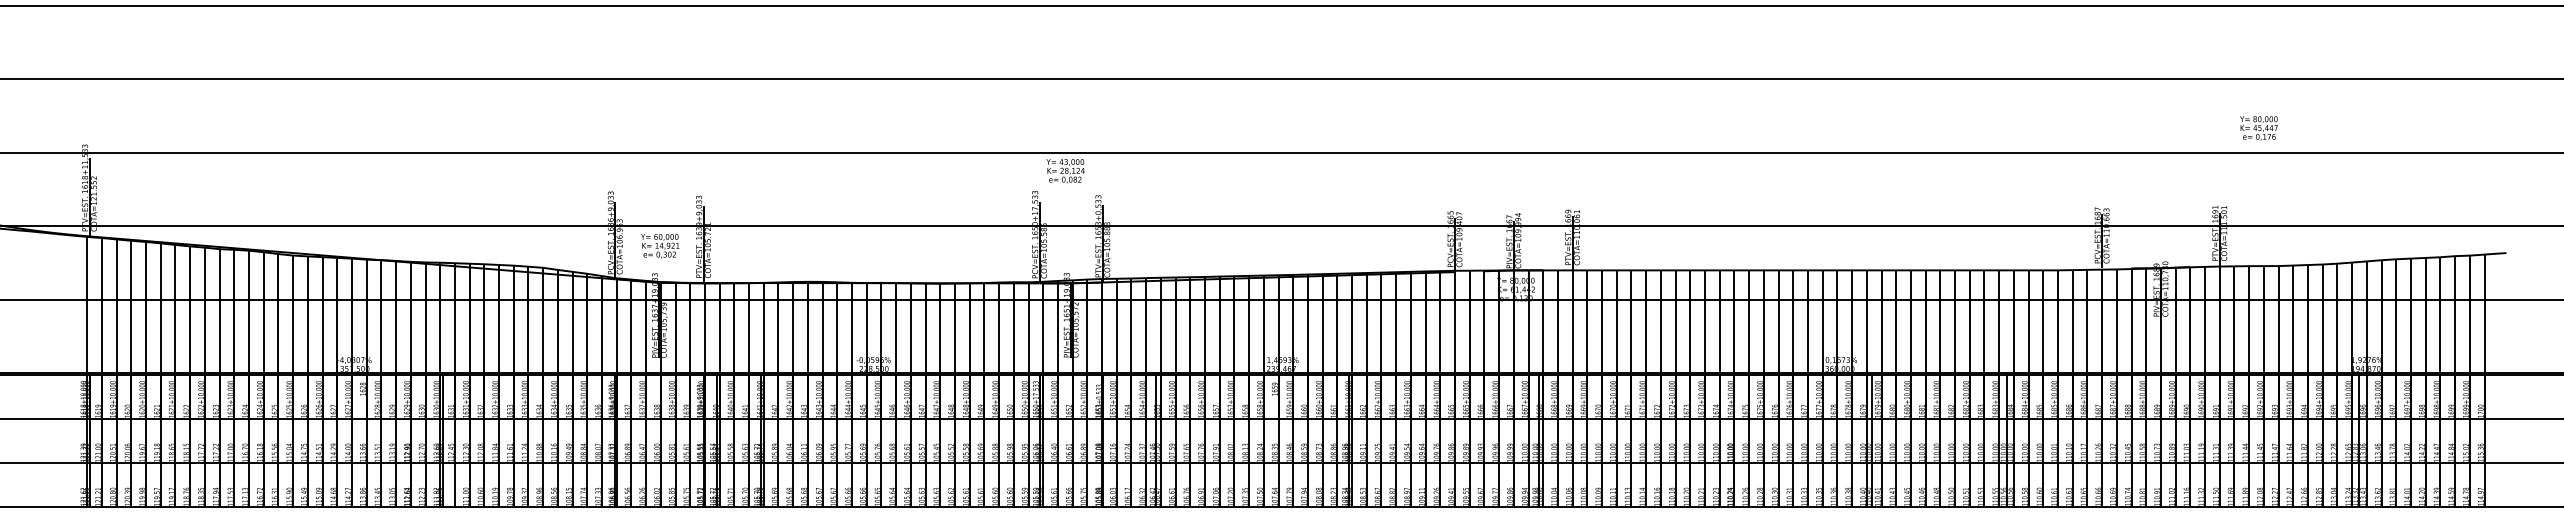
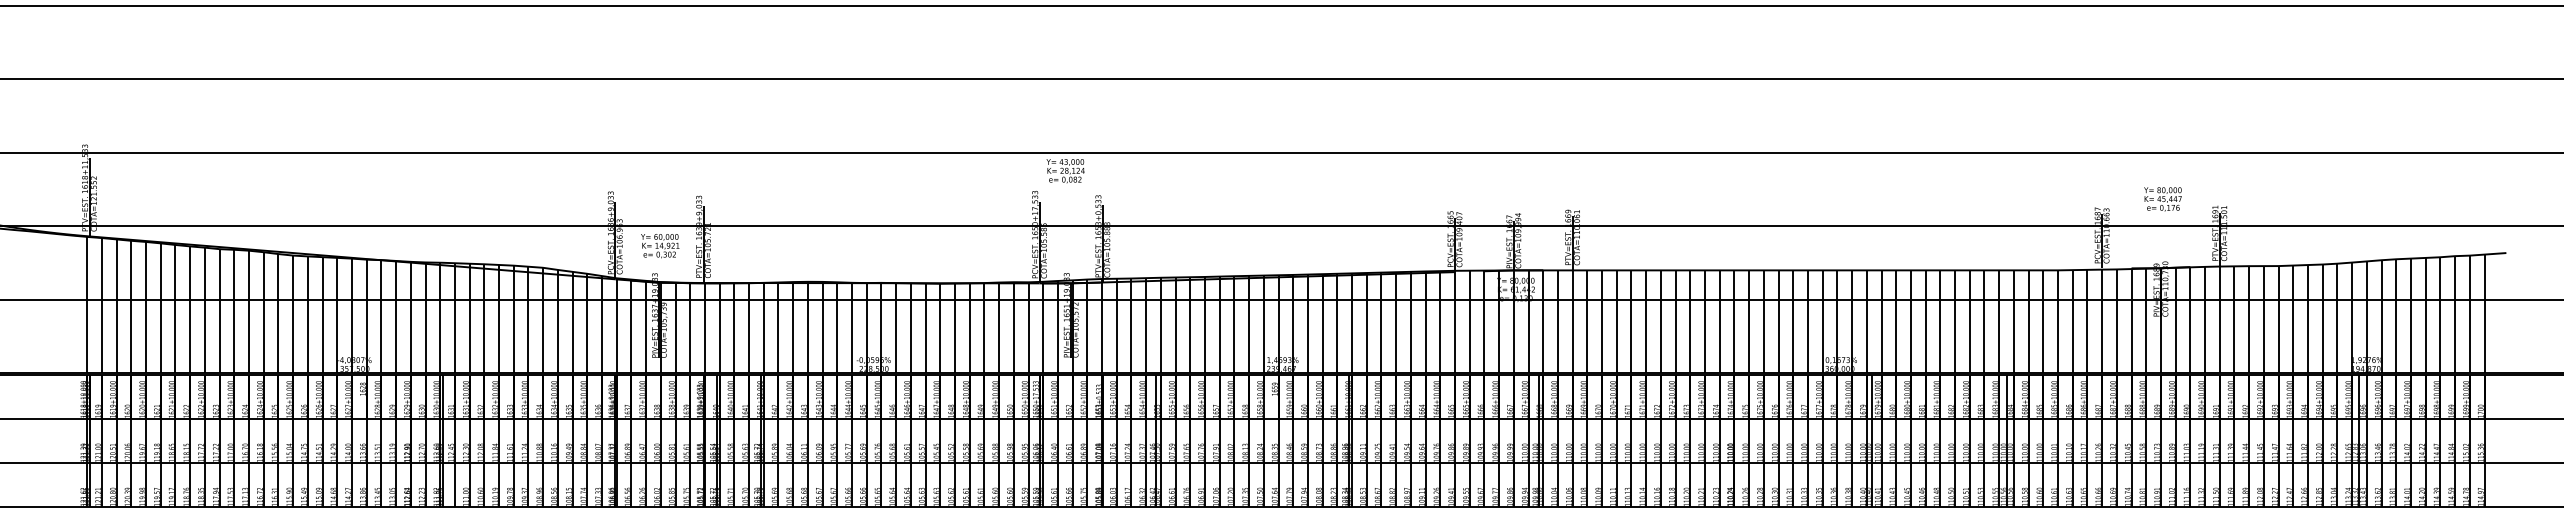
text at (2258, 128) position: (2258, 128) -> (2162, 199)
